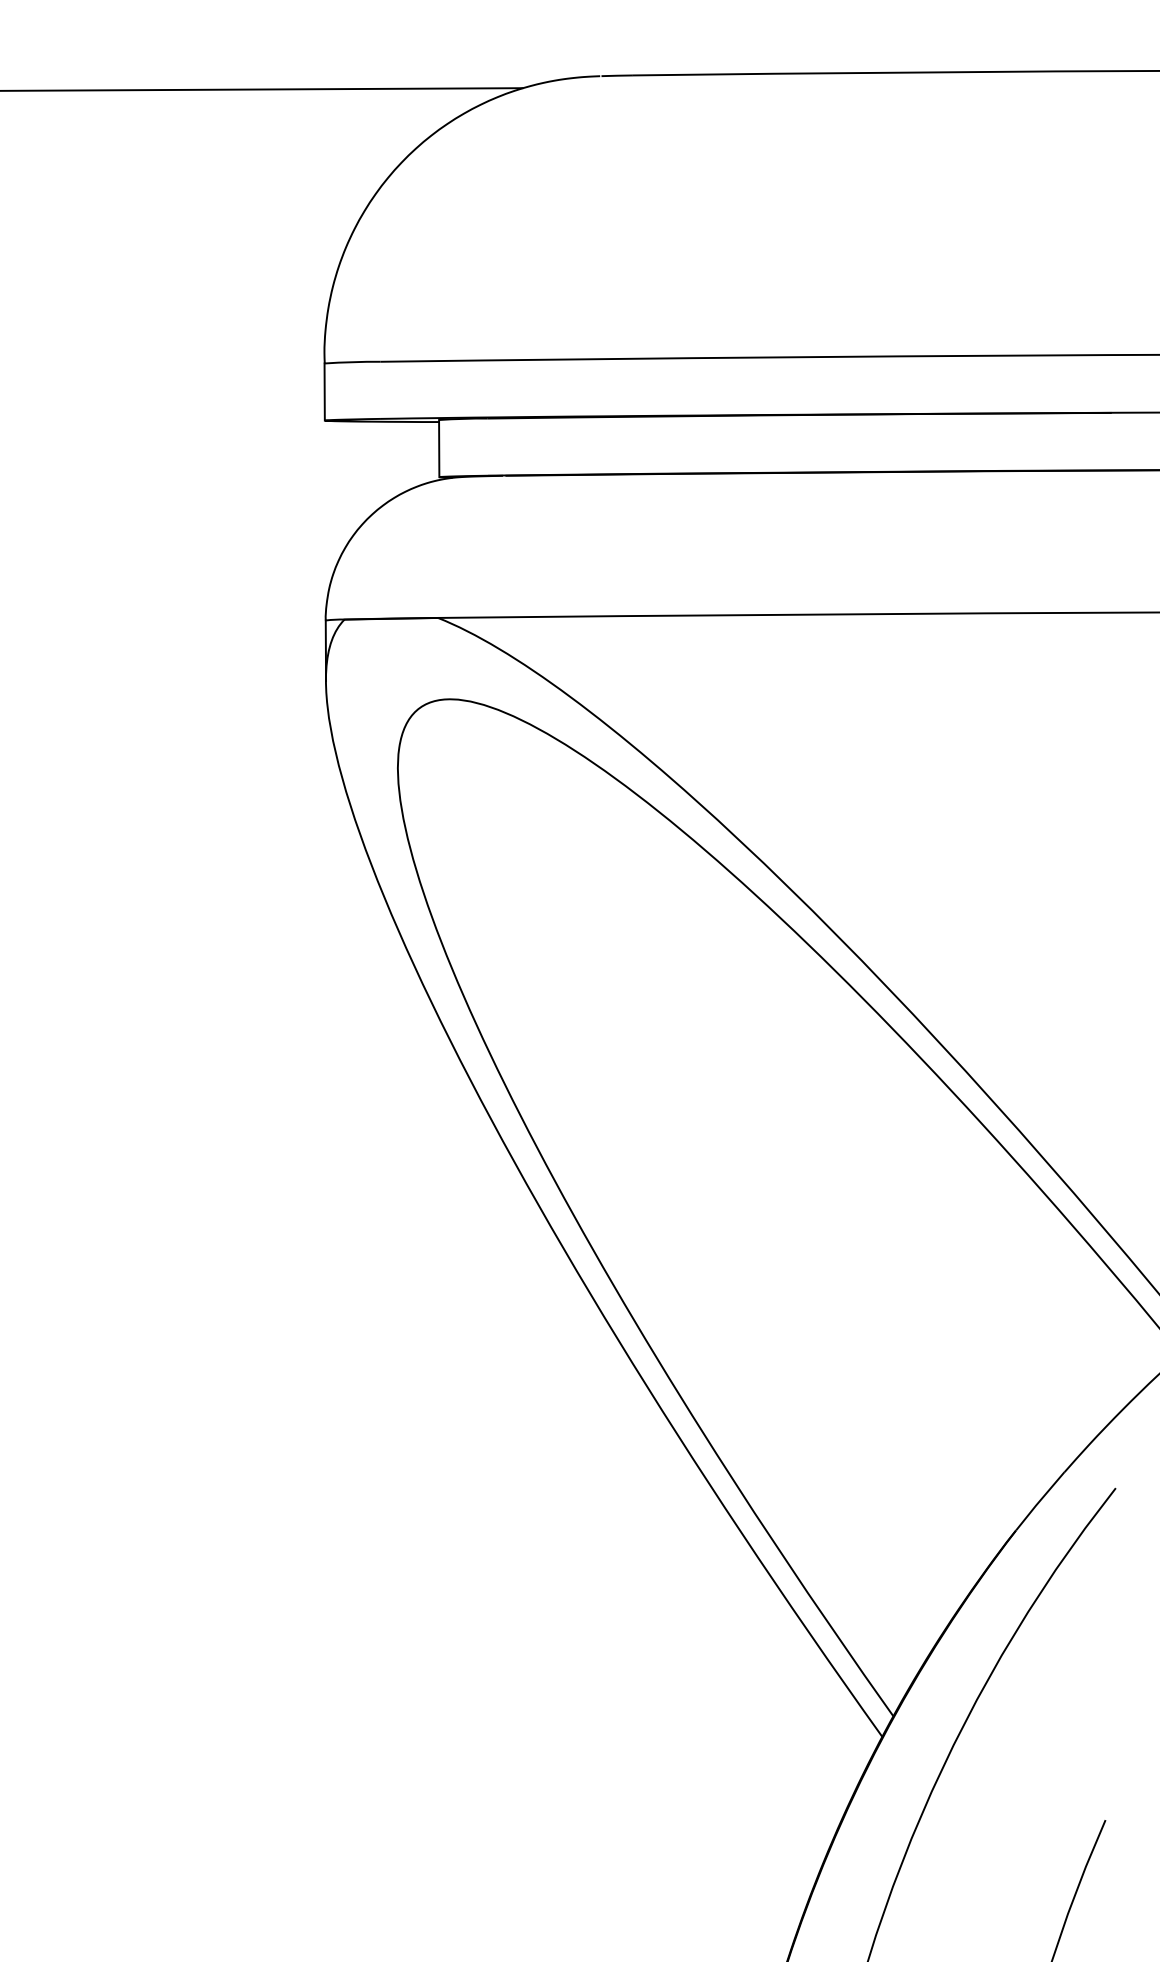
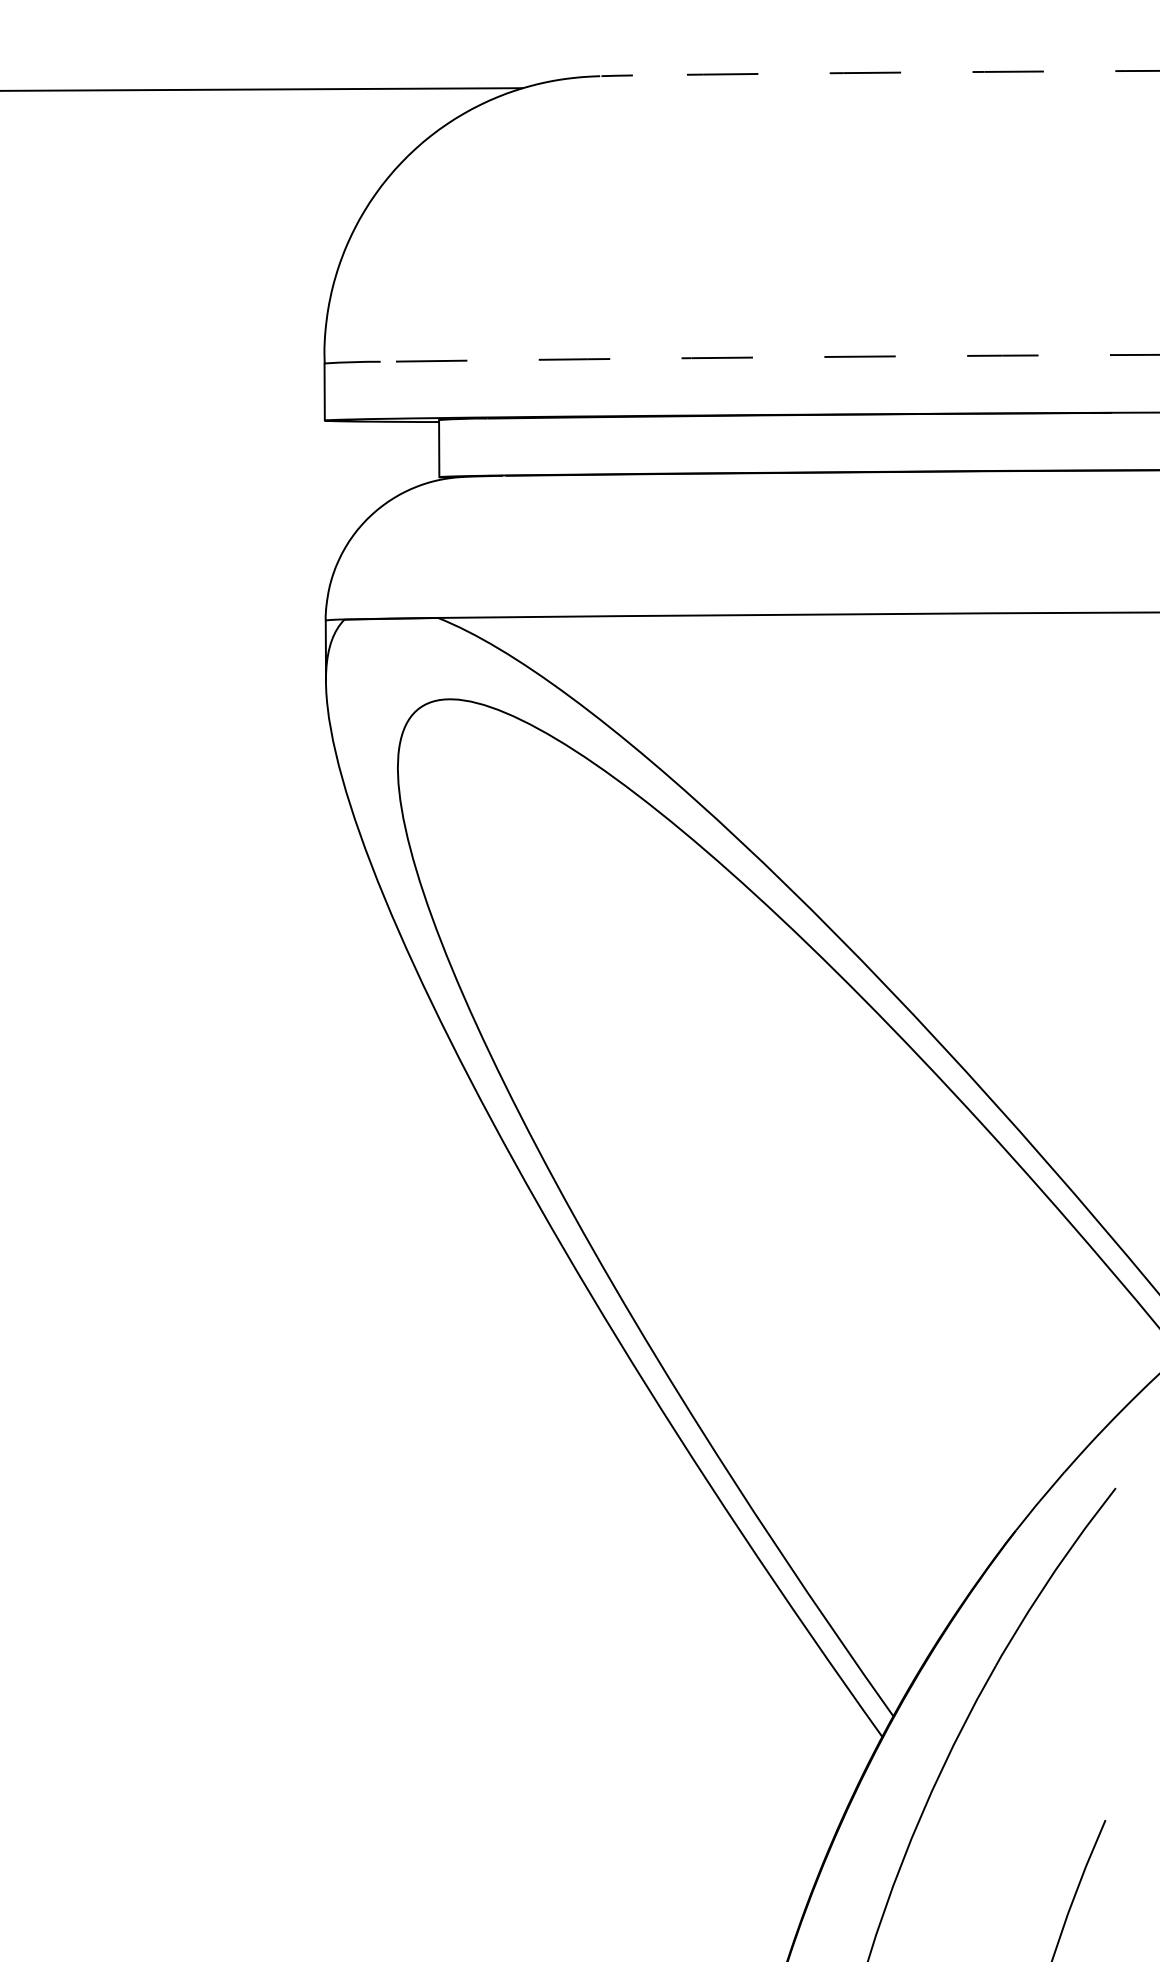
arc at (896, 72): solid -> dashed
arc at (770, 357): solid -> dashed
